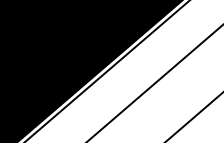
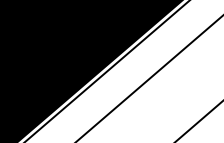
line at (154, 83) position: (154, 83) -> (149, 78)
line at (194, 116) position: (194, 116) -> (199, 121)
